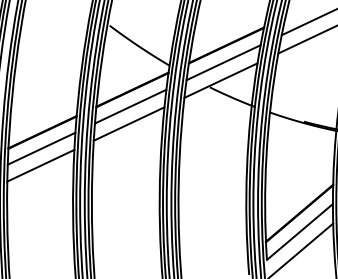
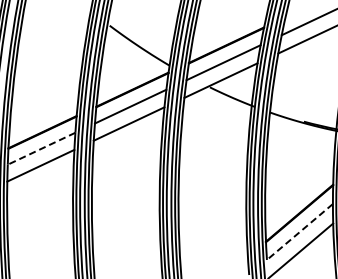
line at (41, 148): solid -> dashed
line at (299, 232): solid -> dashed
